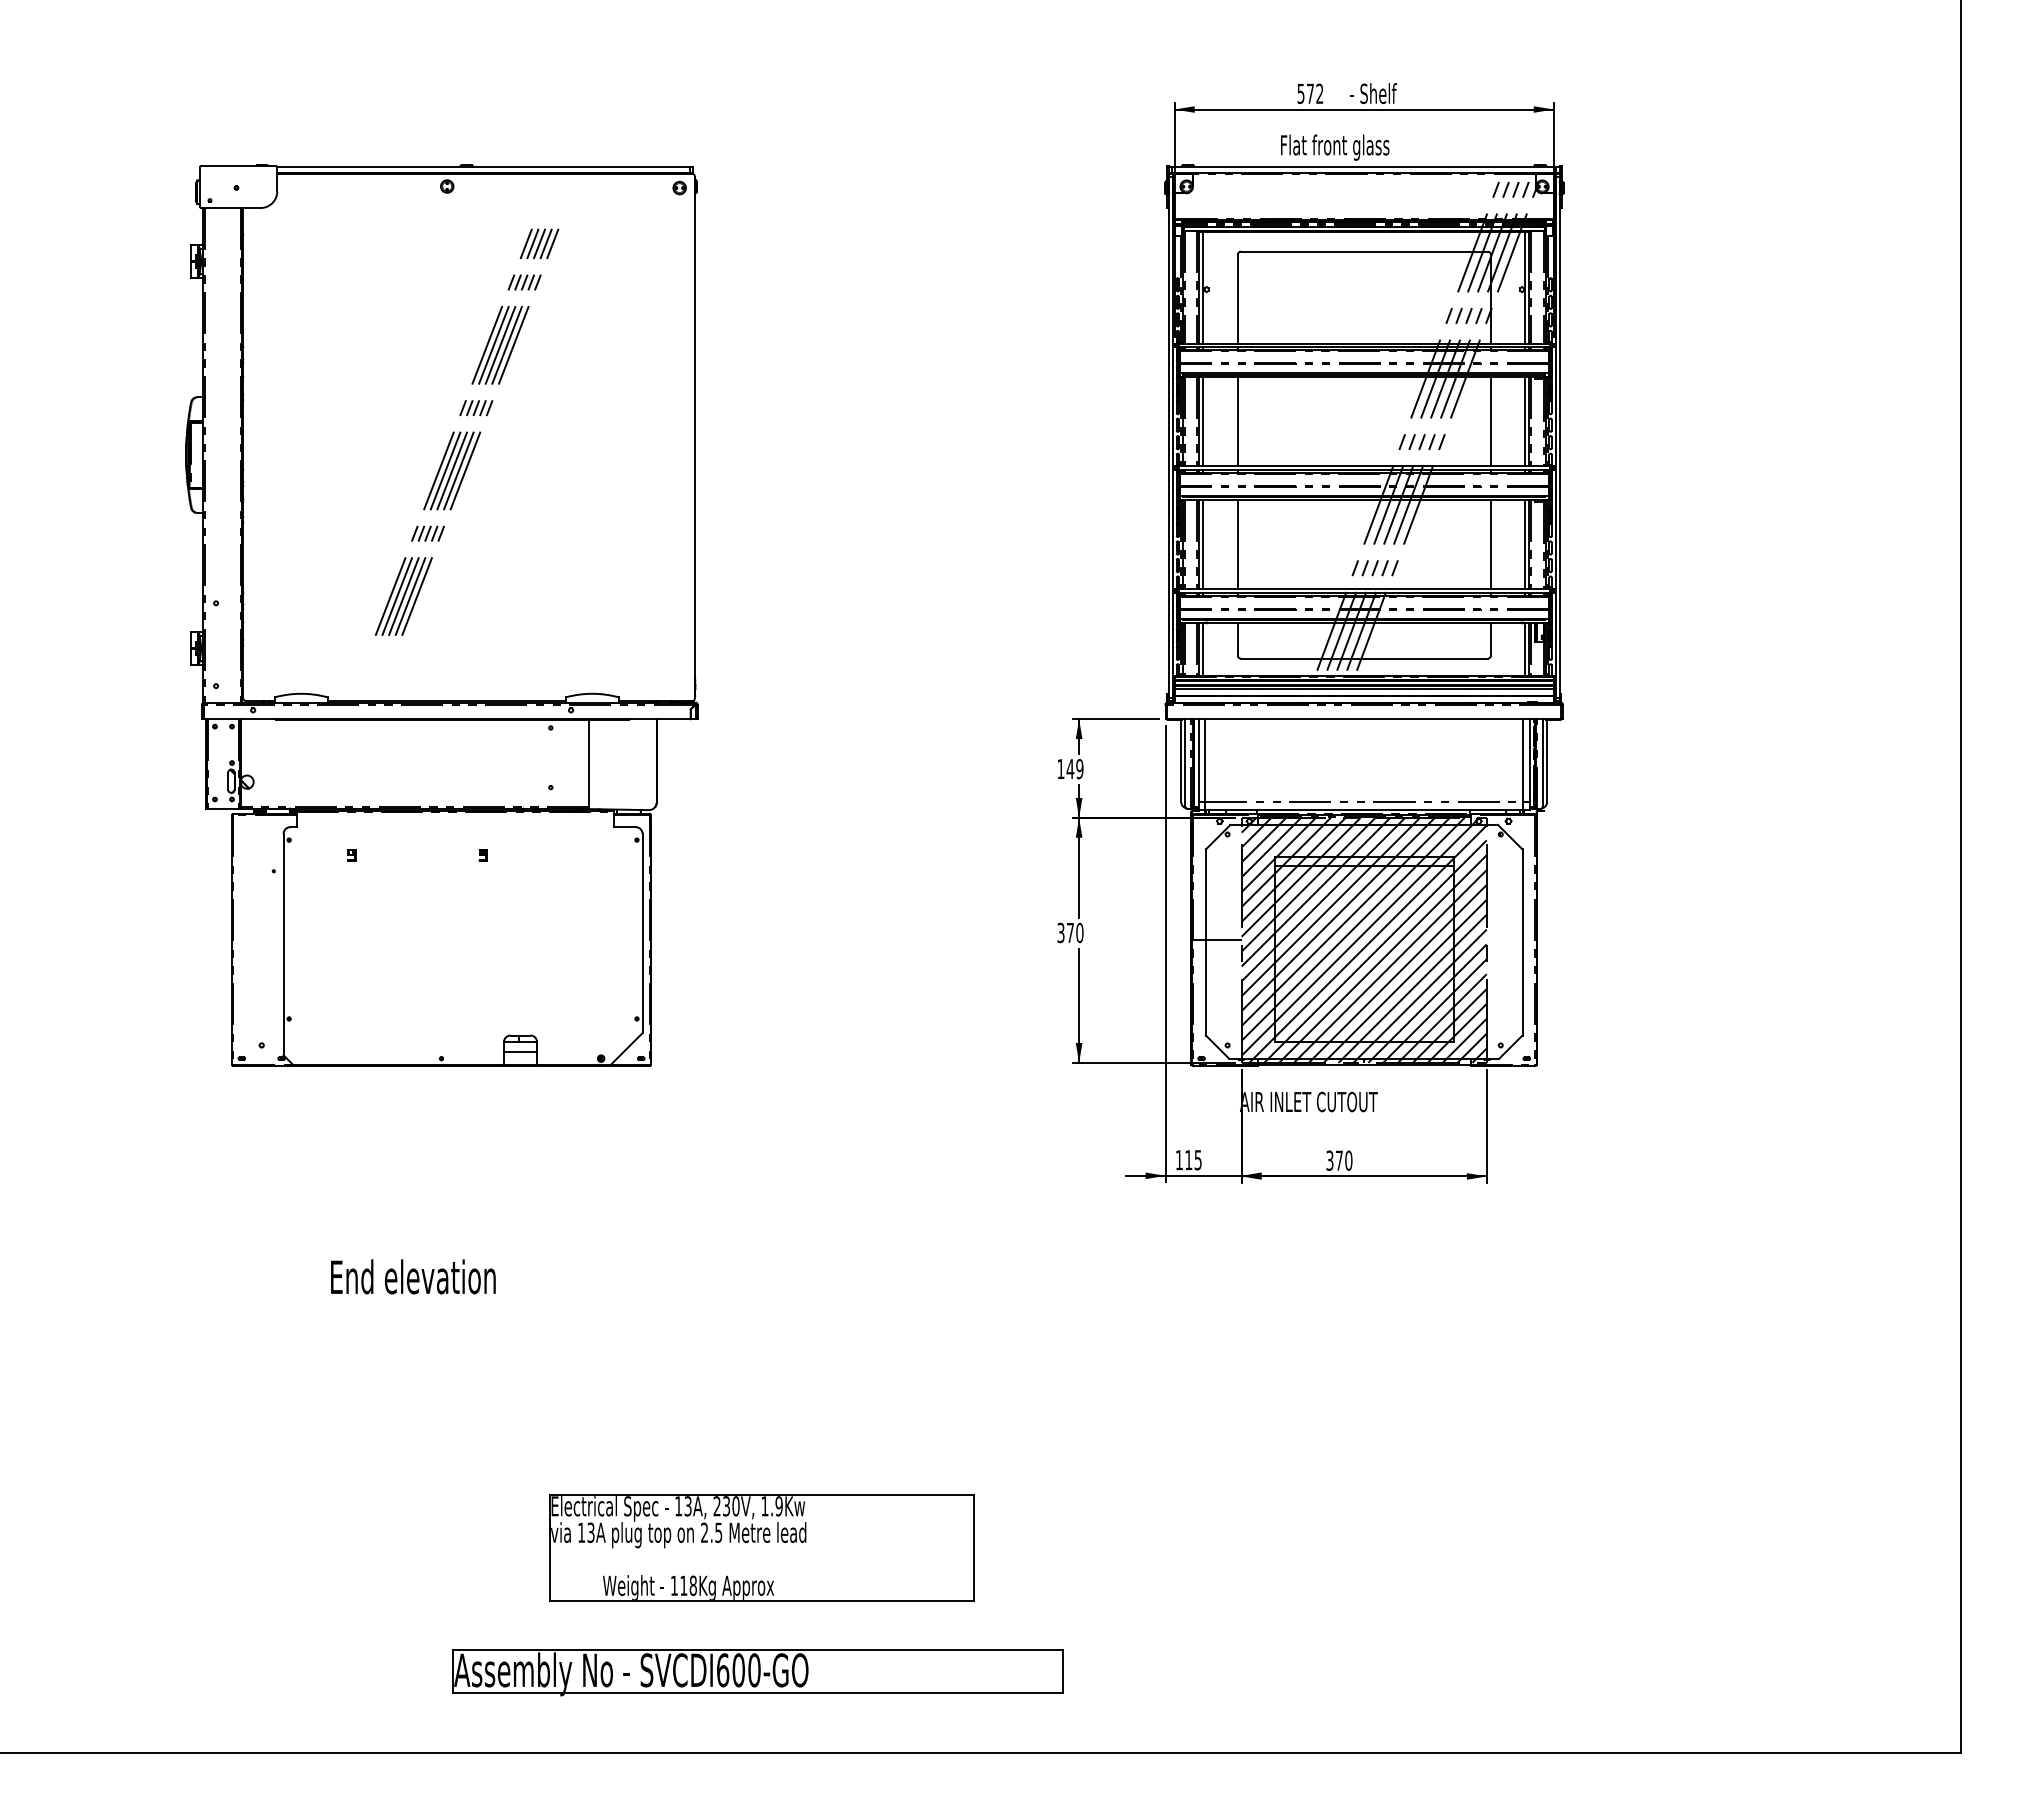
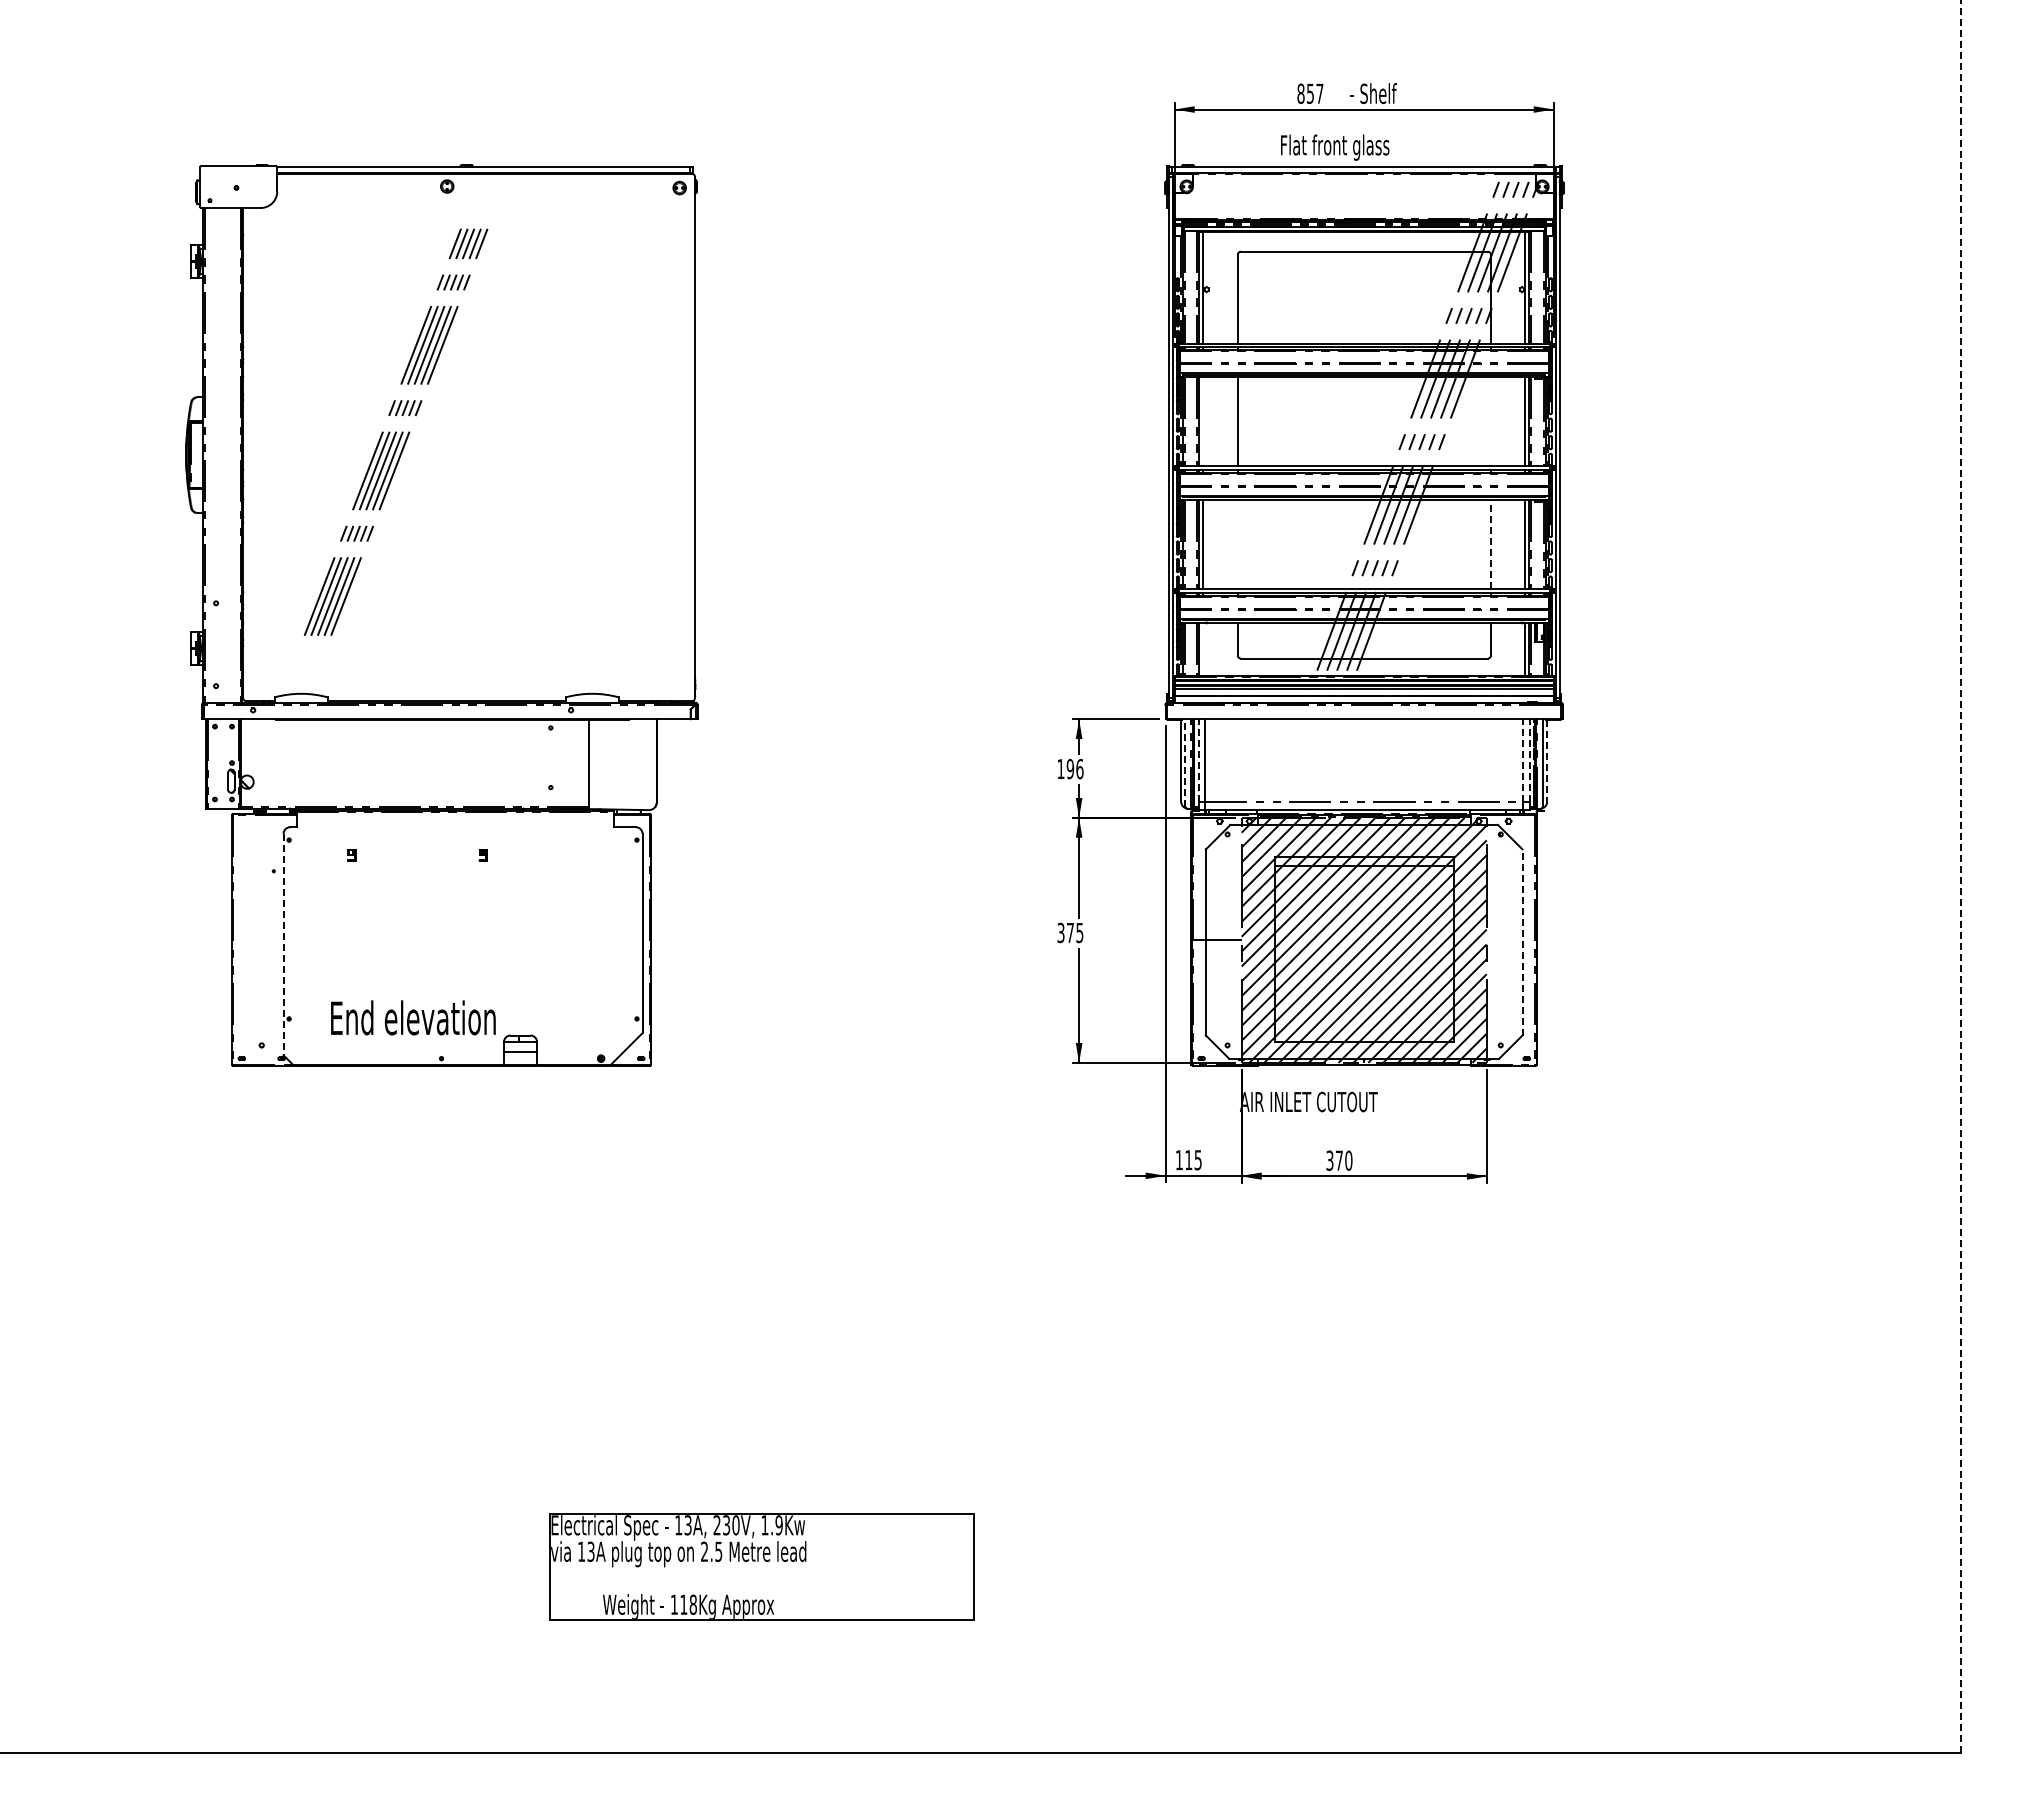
text at (1310, 93): 572 -> 857
line at (1203, 421): present -> none
line at (1491, 421): present -> none
part at (466, 431) position: (466, 431) -> (395, 431)
line at (1237, 544): present -> none
line at (1491, 544): solid -> dashed
line at (1203, 648): present -> none
line at (1198, 760): solid -> dashed
line at (1523, 760): solid -> dashed
line at (1529, 760): solid -> dashed
line at (1547, 761): solid -> dashed
line at (1185, 762): solid -> dashed
text at (1074, 768): 149 -> 196
line at (1961, 875): solid -> dashed
text at (1079, 932): 370 -> 375
line at (1522, 941): solid -> dashed
line at (283, 944): solid -> dashed
text at (413, 1276) position: (413, 1276) -> (413, 1017)
part at (761, 1547) position: (761, 1547) -> (761, 1566)
part at (757, 1672): present -> none
